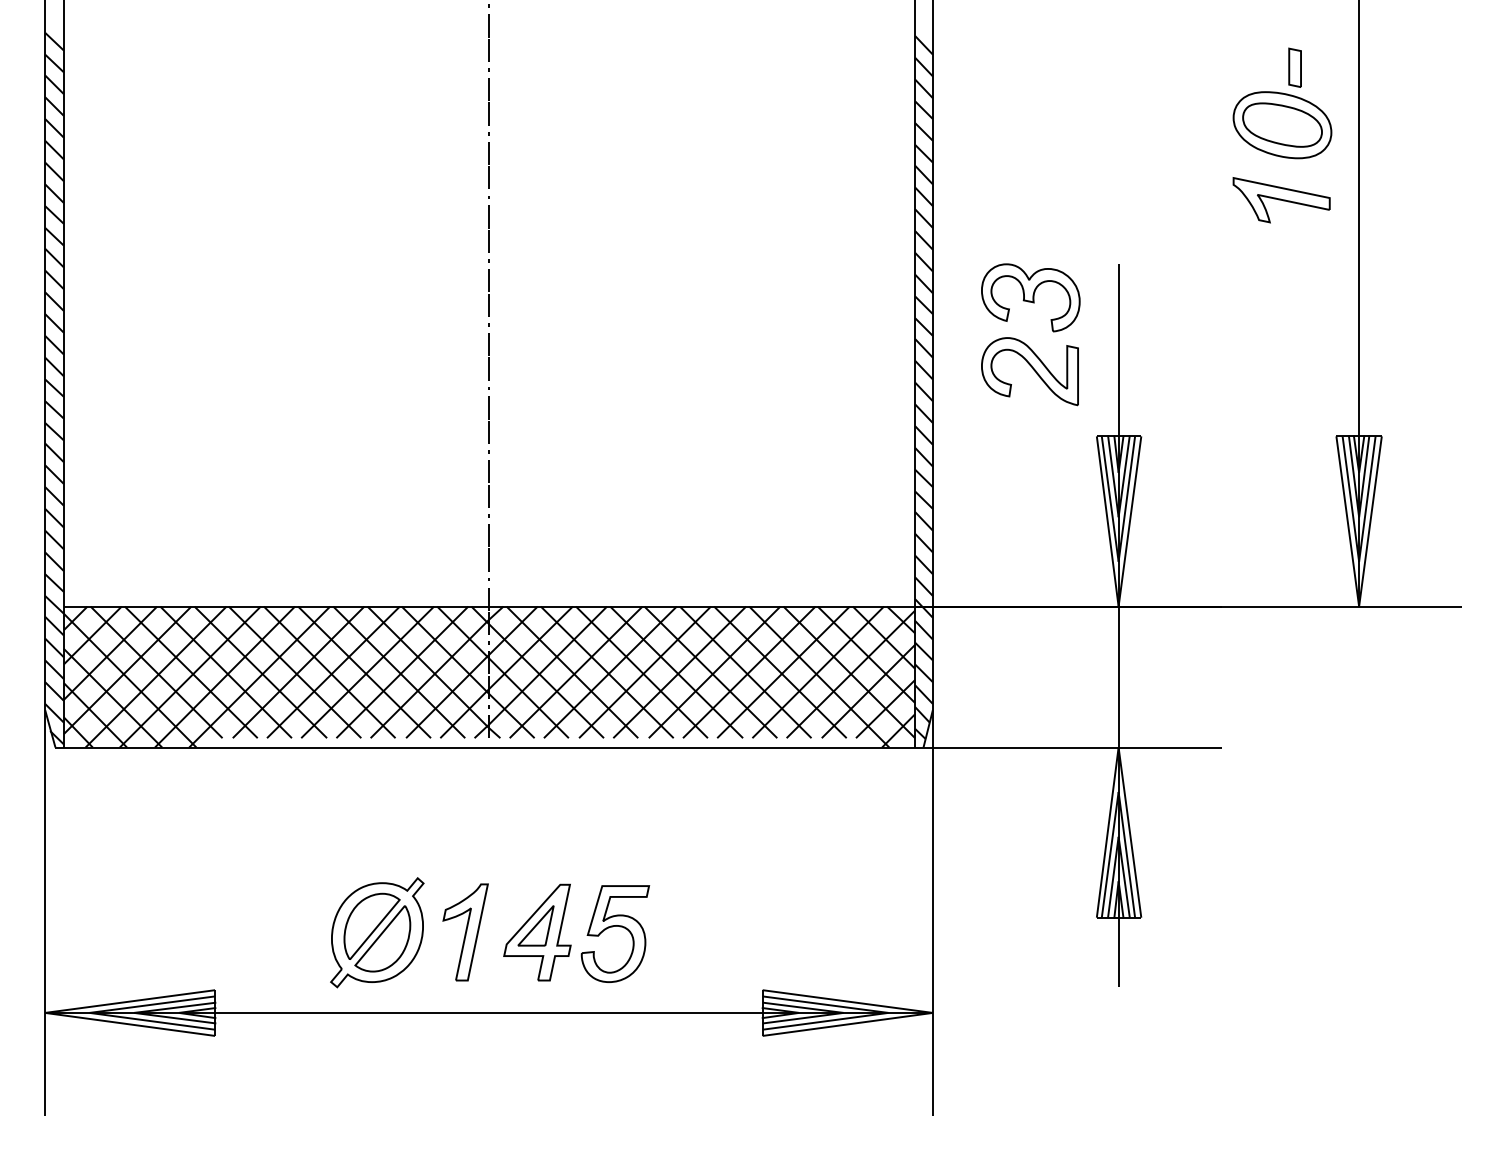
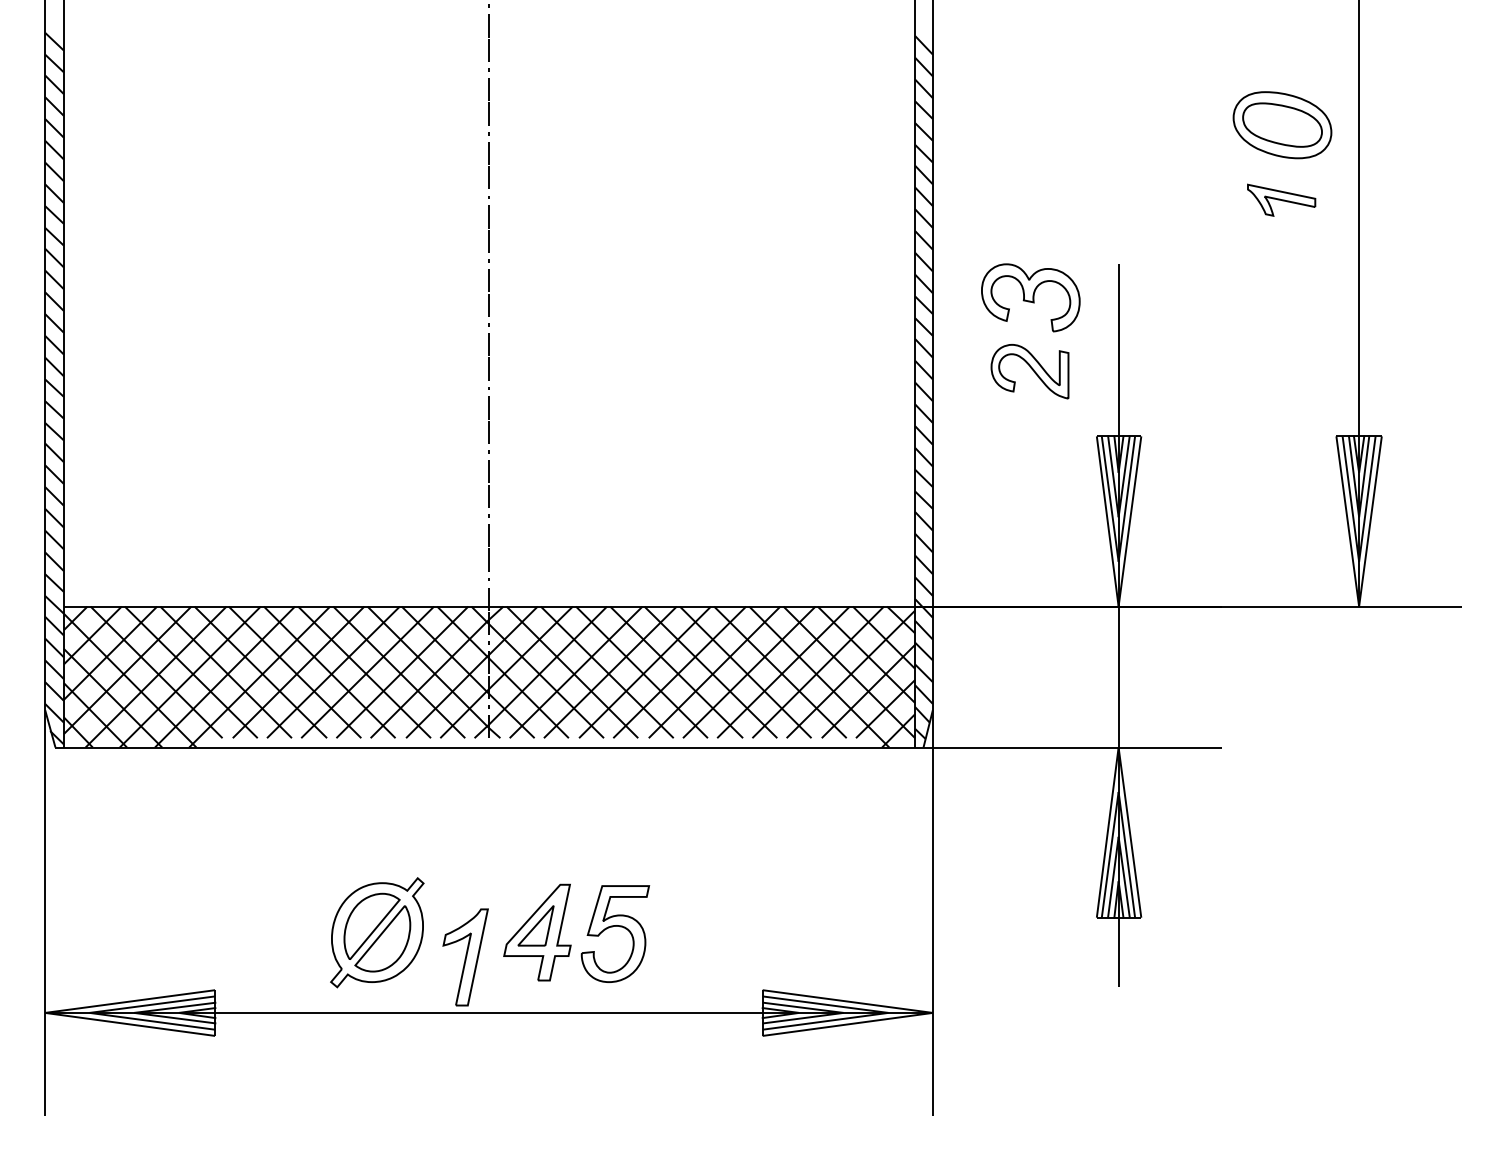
part at (1294, 67): present -> none
part at (1281, 200) size: 99x47 px -> 70x34 px
part at (1029, 371) size: 98x70 px -> 80x56 px
part at (465, 932) position: (465, 932) -> (465, 957)
